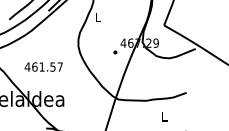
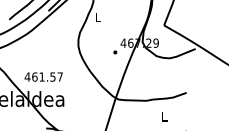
text at (43, 66) position: (43, 66) -> (43, 76)
